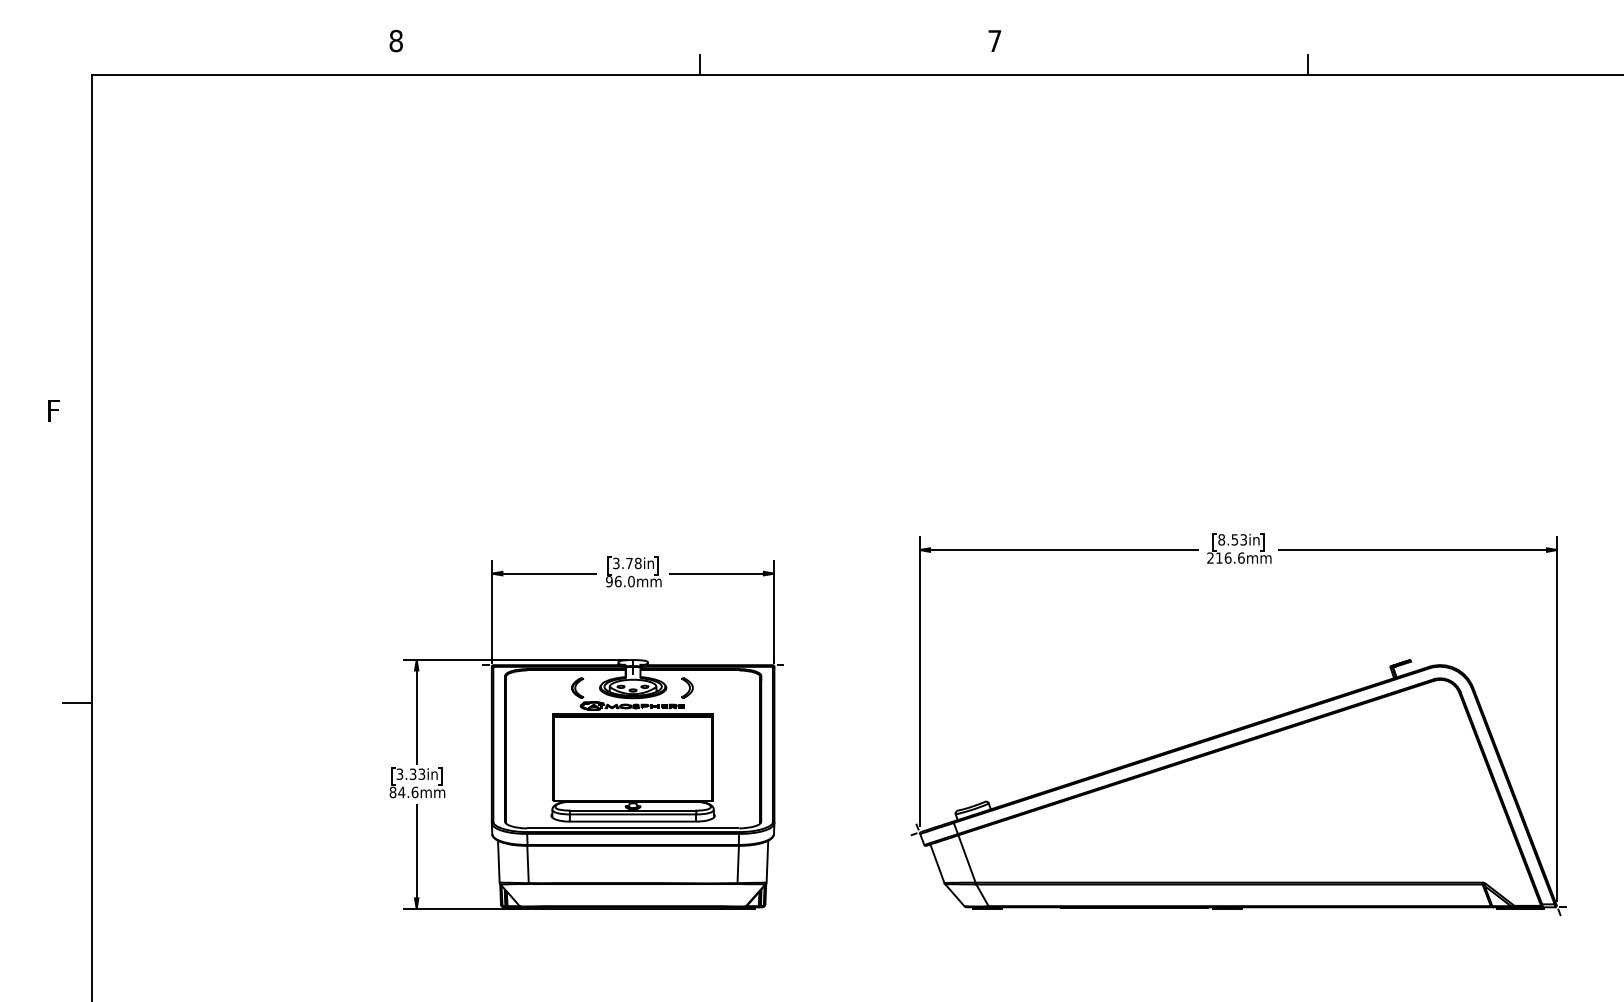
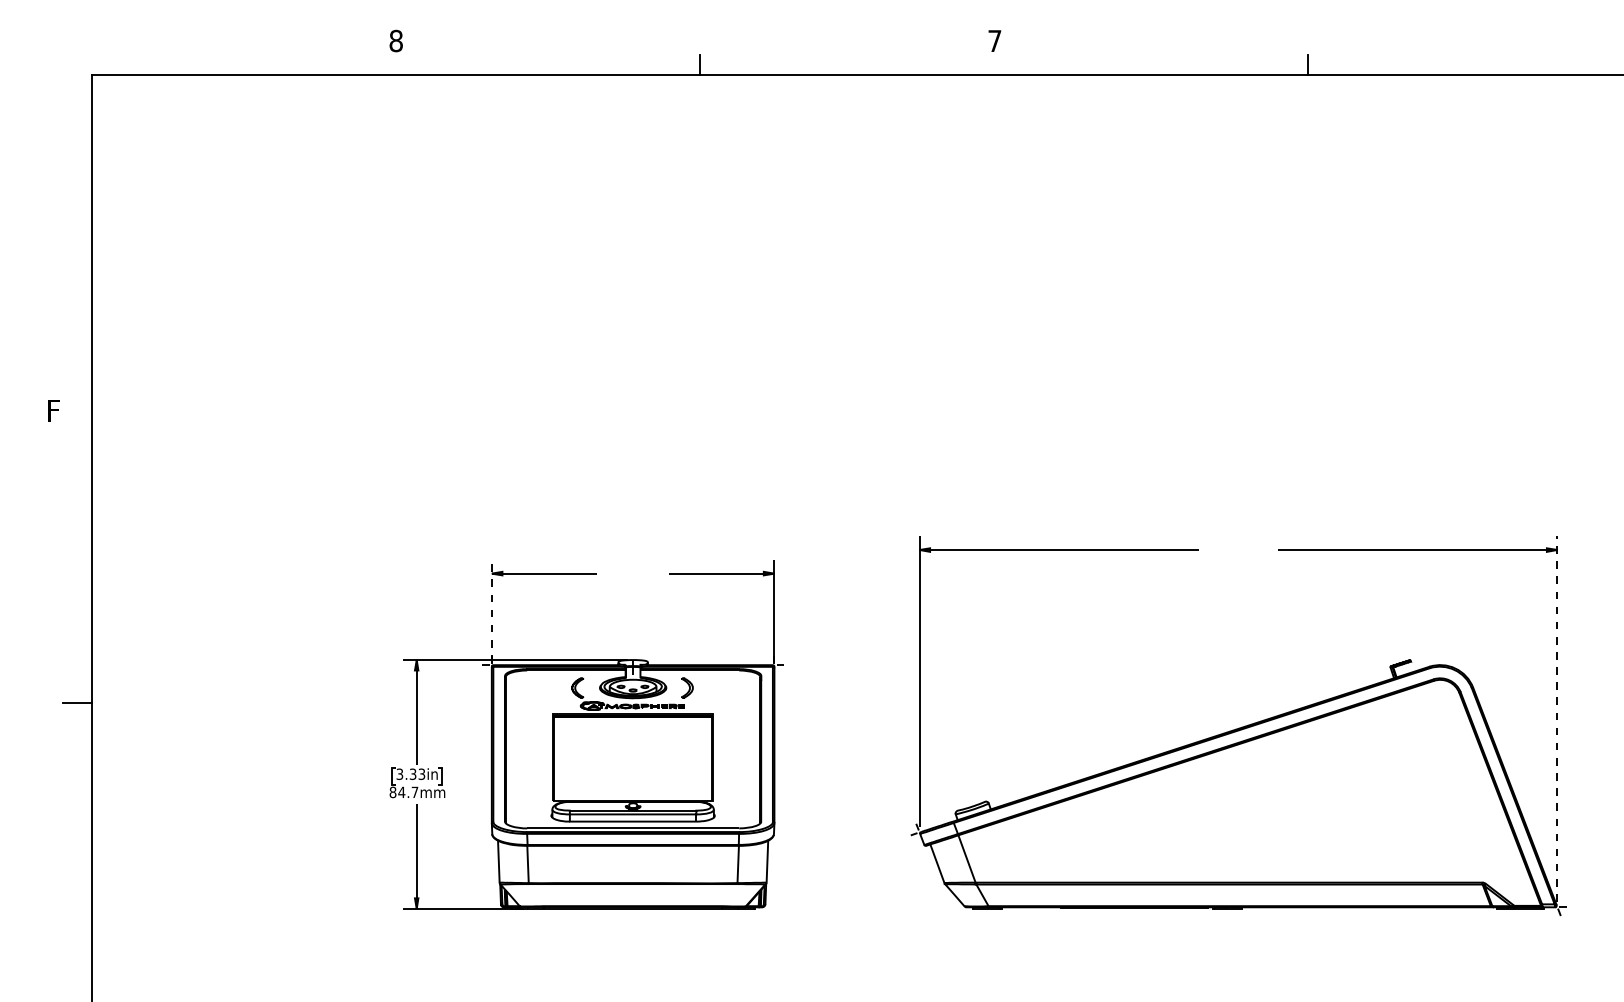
part at (1239, 548): present -> none
part at (633, 571): present -> none
line at (491, 611): solid -> dashed
line at (1557, 718): solid -> dashed
text at (414, 792): 84.6mm -> 84.7mm
